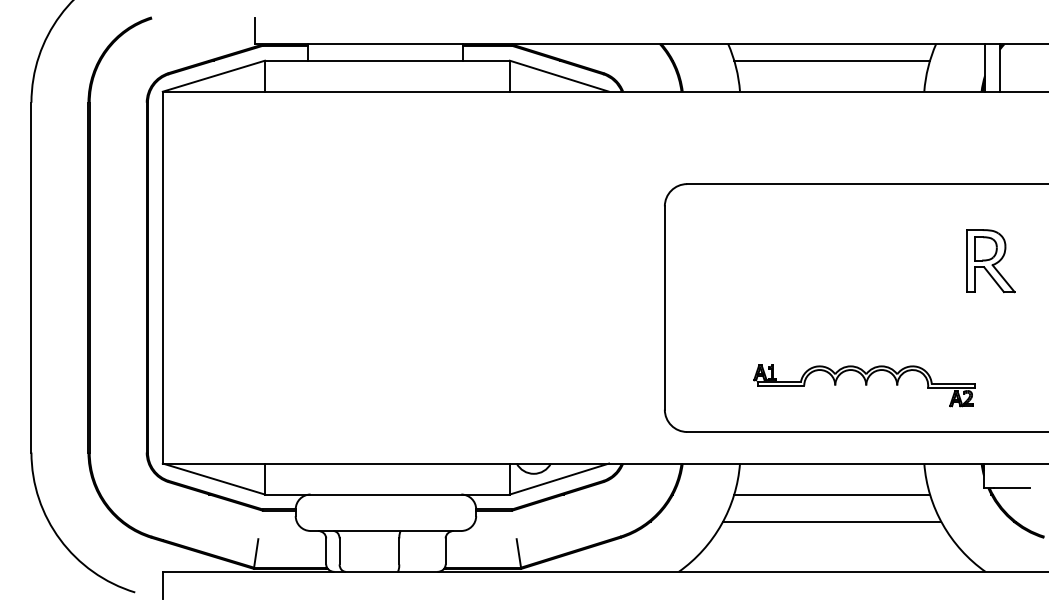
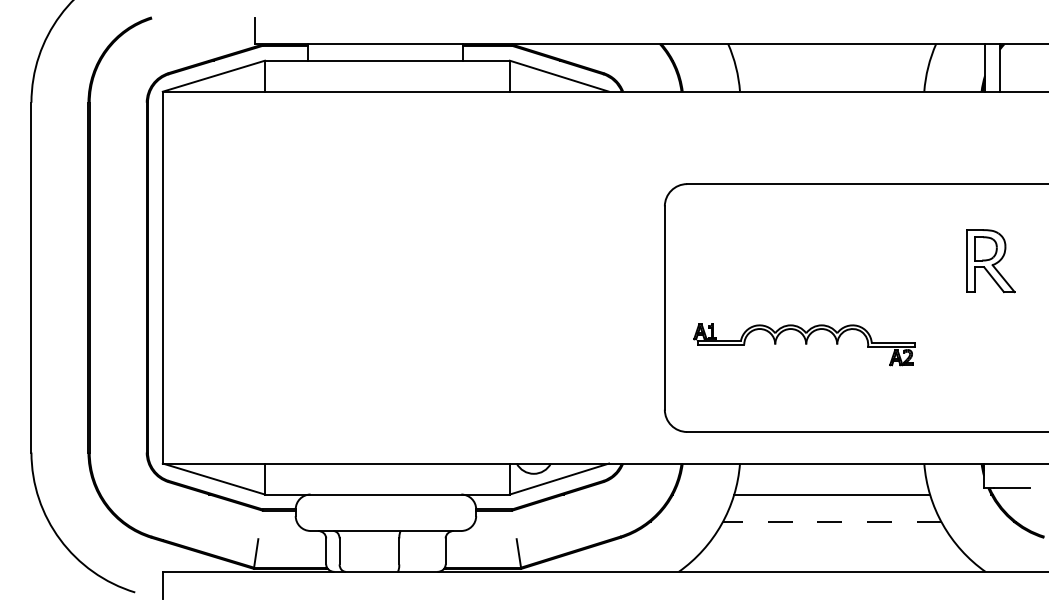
line at (832, 60): present -> none
part at (864, 385) position: (864, 385) -> (804, 344)
line at (831, 521): solid -> dashed
